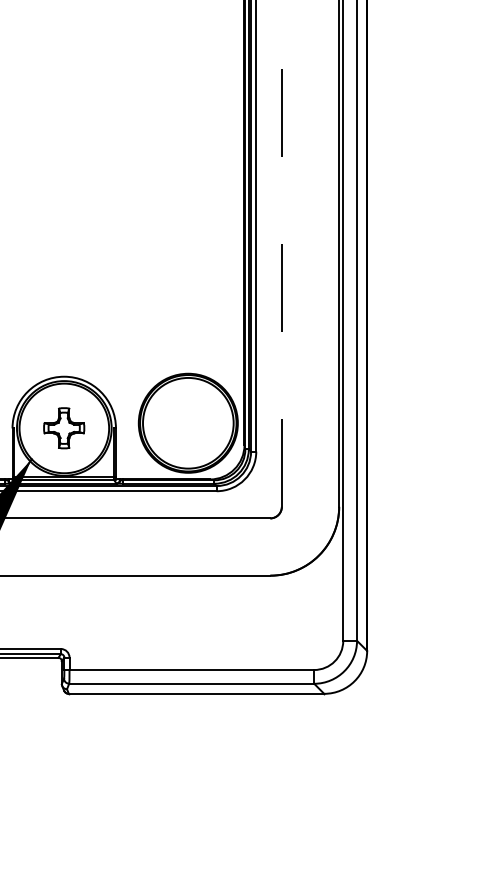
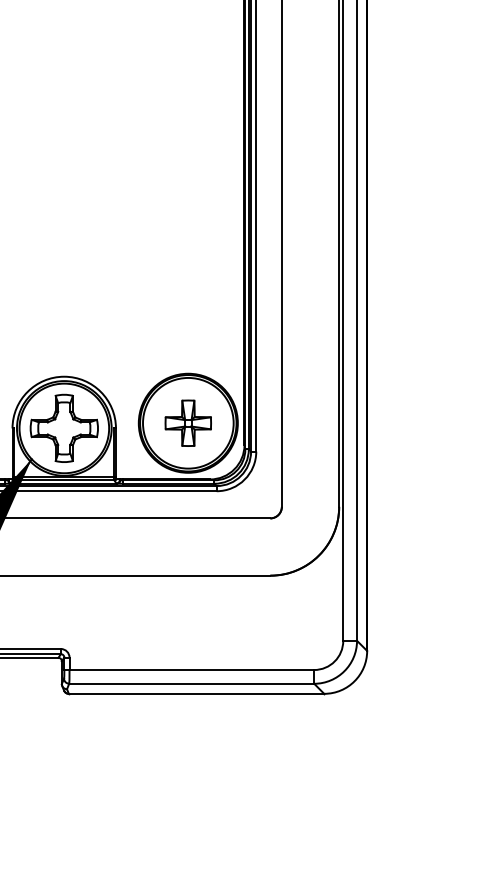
line at (281, 253): dashed -> solid
part at (187, 422): none -> present
part at (64, 428) size: 43x43 px -> 70x70 px
